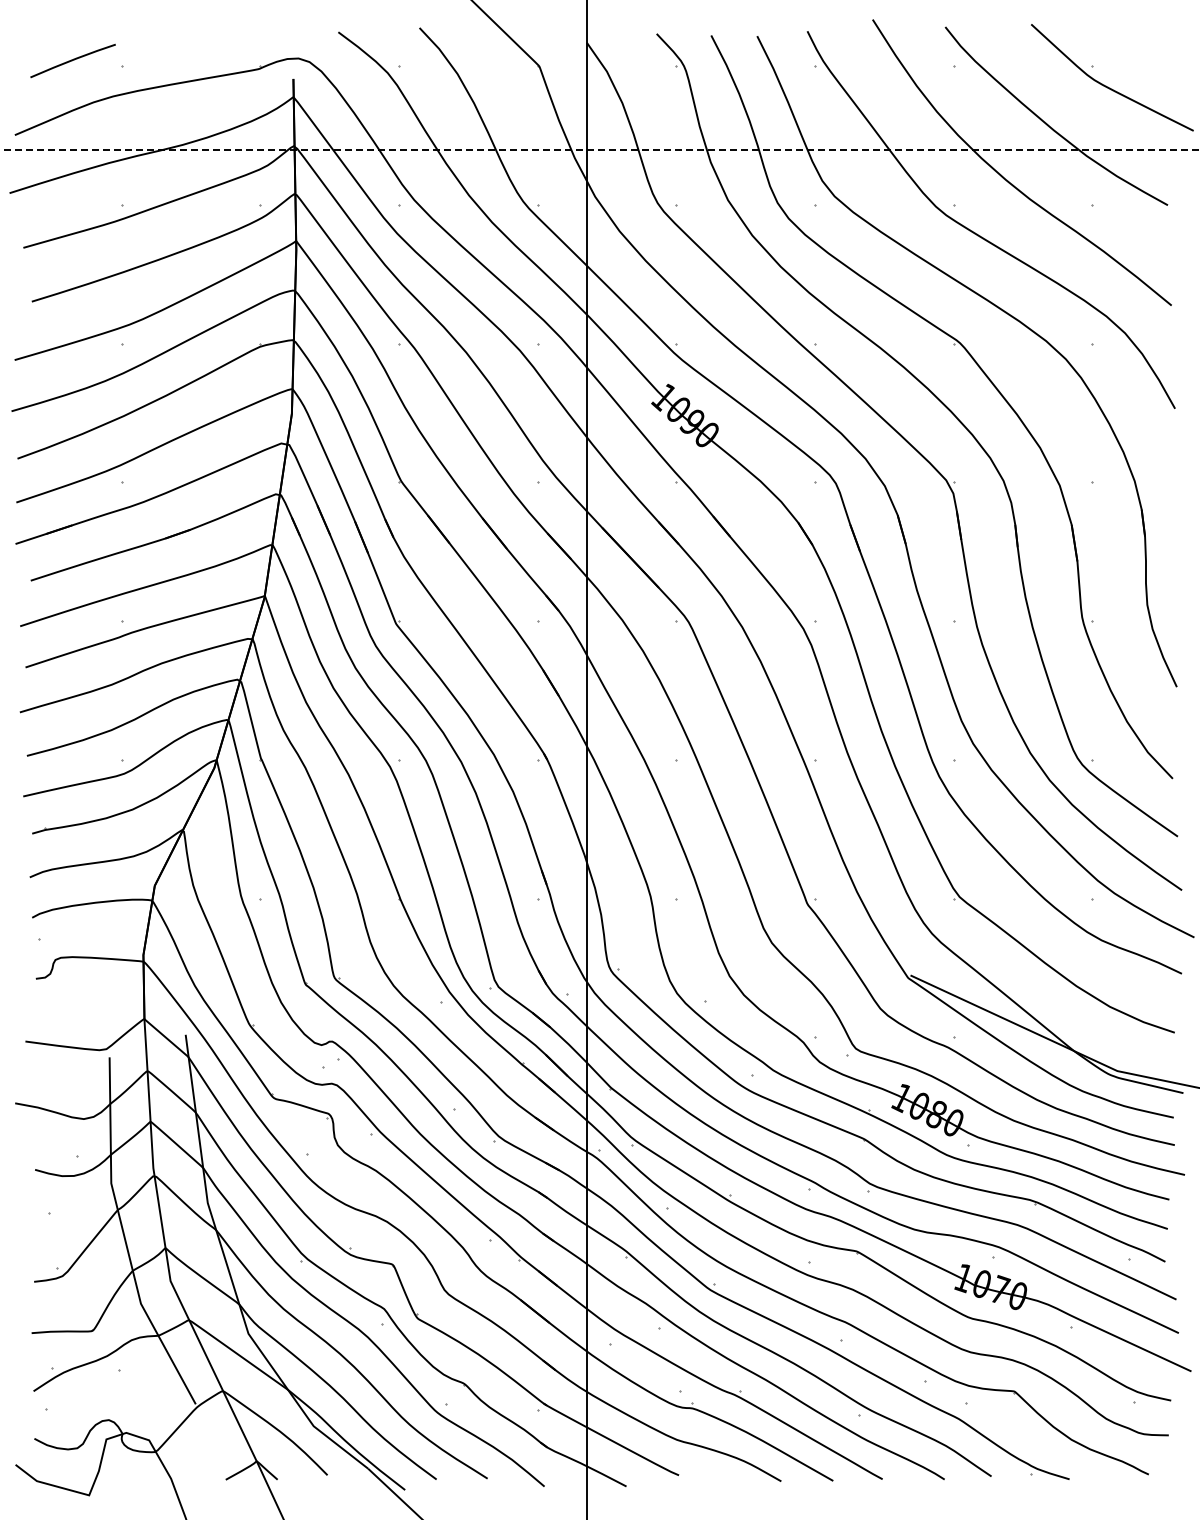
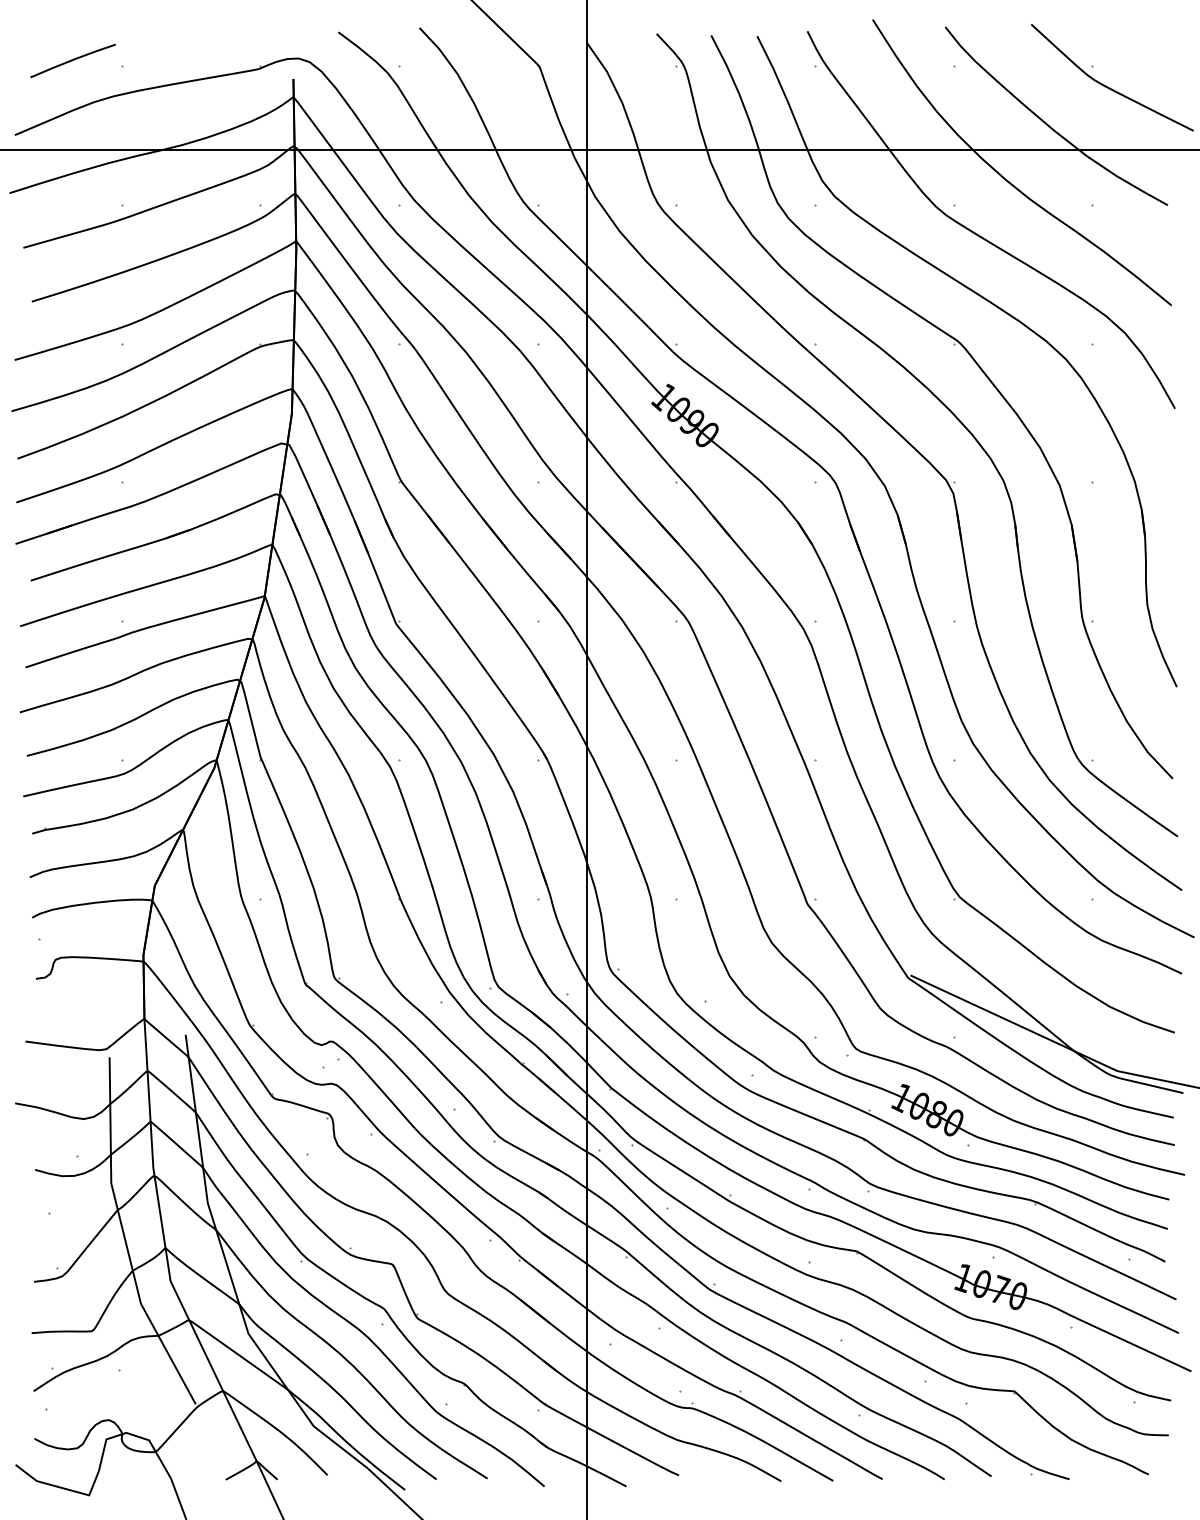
line at (599, 149): dashed -> solid
